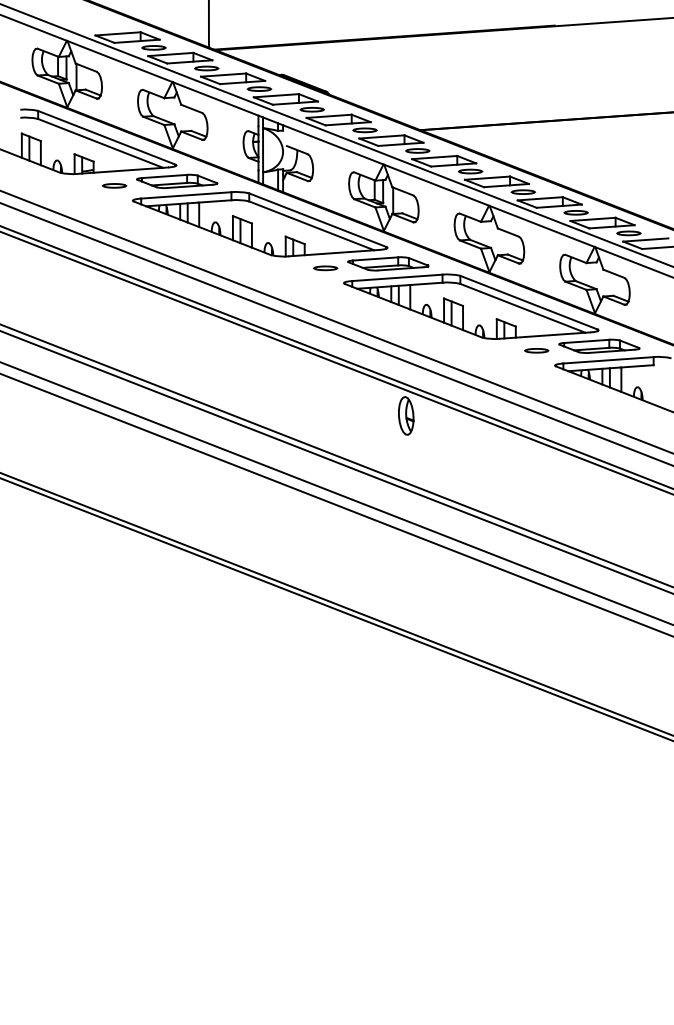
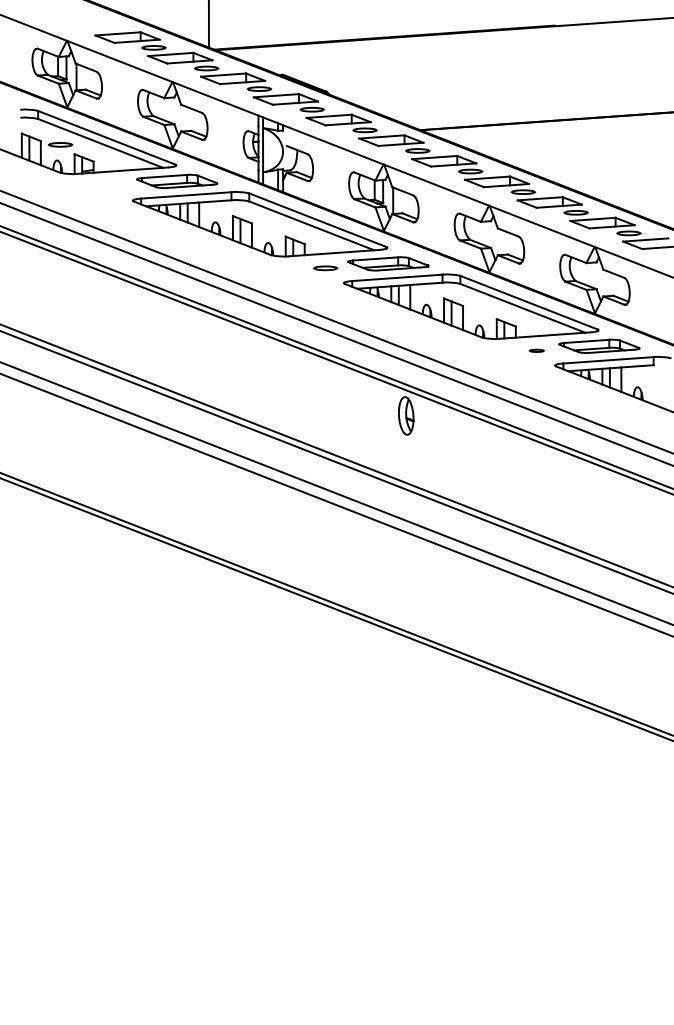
line at (336, 135): present -> none
part at (114, 185) position: (114, 185) -> (60, 144)
part at (536, 350) size: 26x6 px -> 17x5 px
